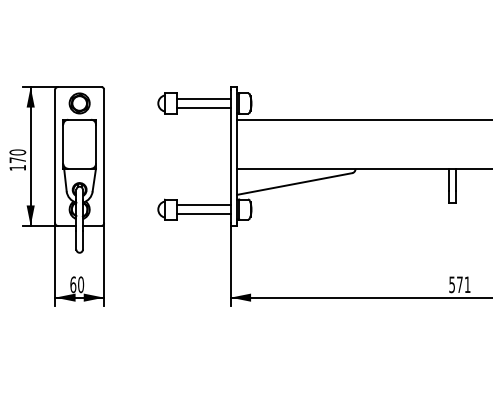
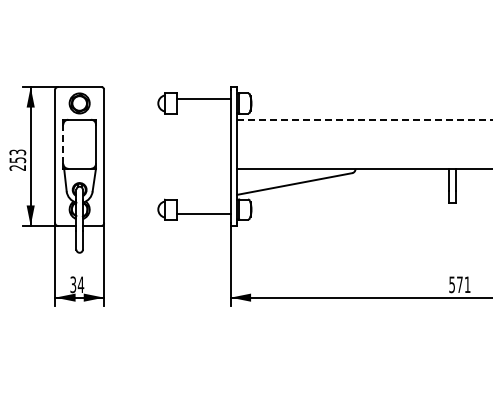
line at (203, 108): present -> none
line at (365, 119): solid -> dashed
line at (63, 144): solid -> dashed
text at (17, 159): 170 -> 253
line at (203, 204): present -> none
text at (77, 284): 60 -> 34
